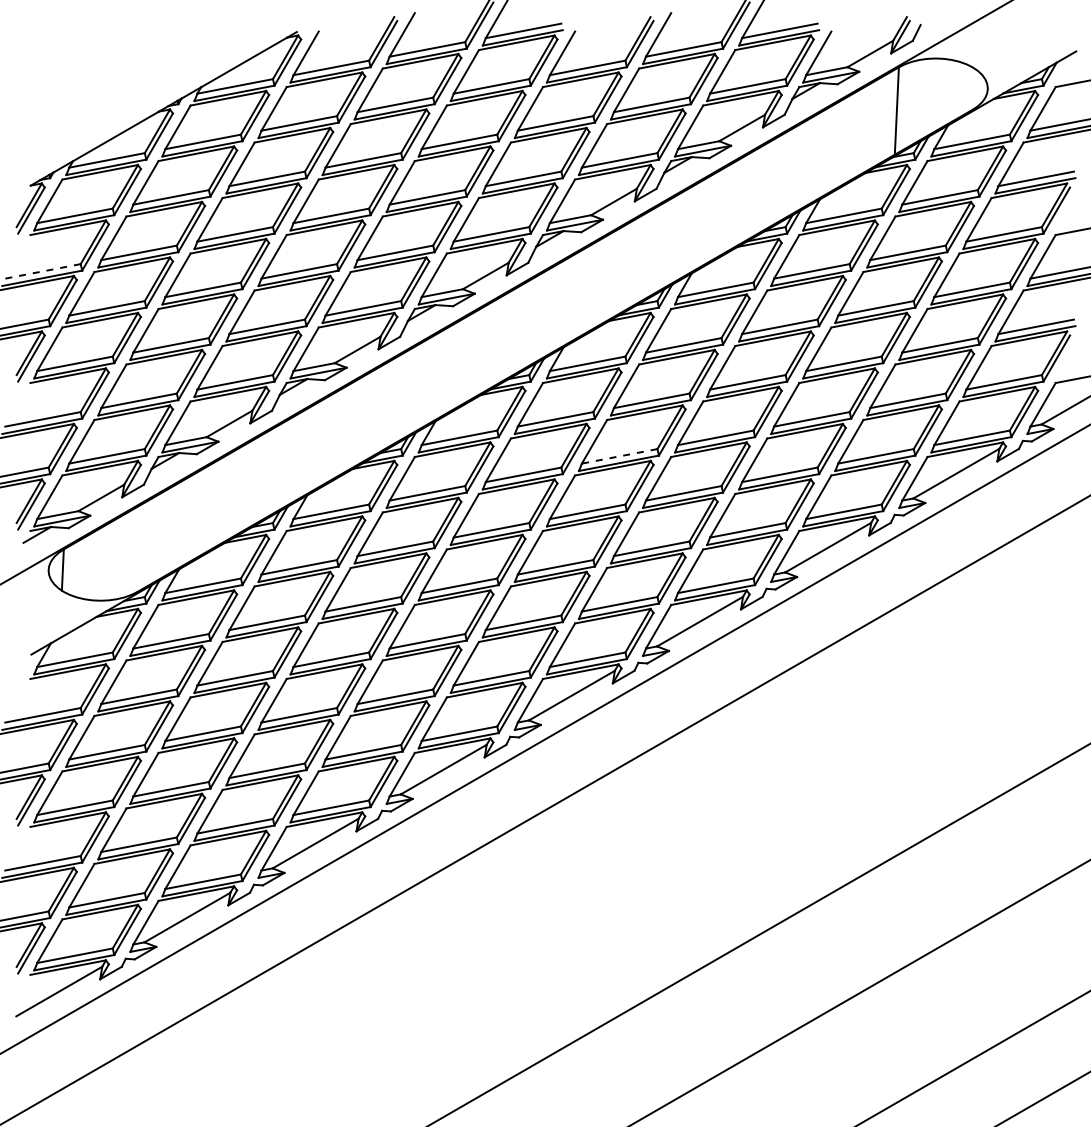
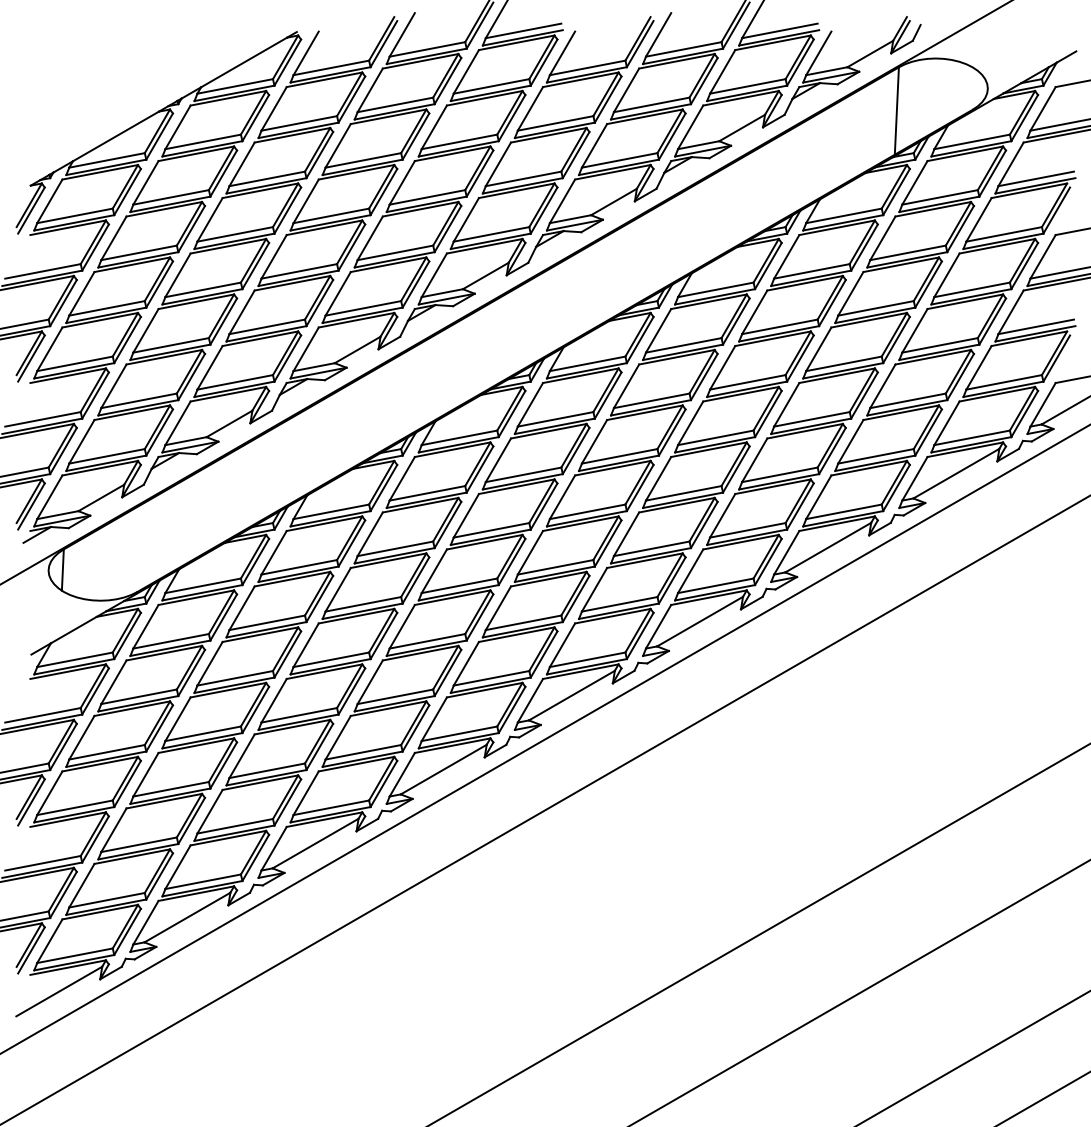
line at (42, 271): dashed -> solid
line at (619, 456): dashed -> solid
